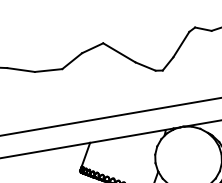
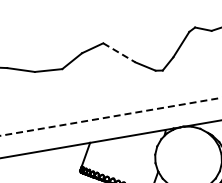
line at (119, 52): solid -> dashed
line at (111, 116): solid -> dashed
